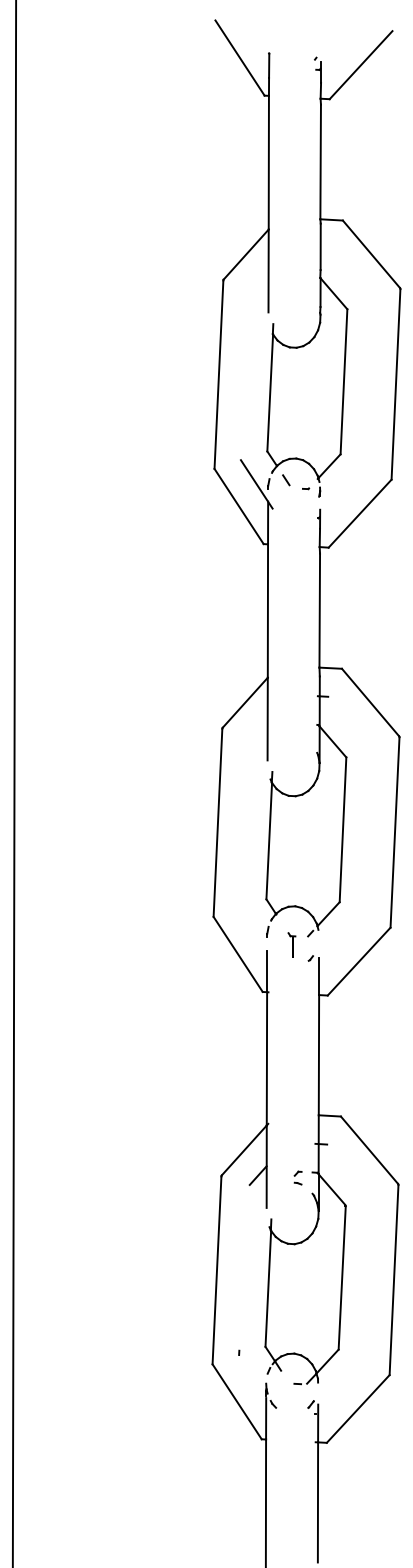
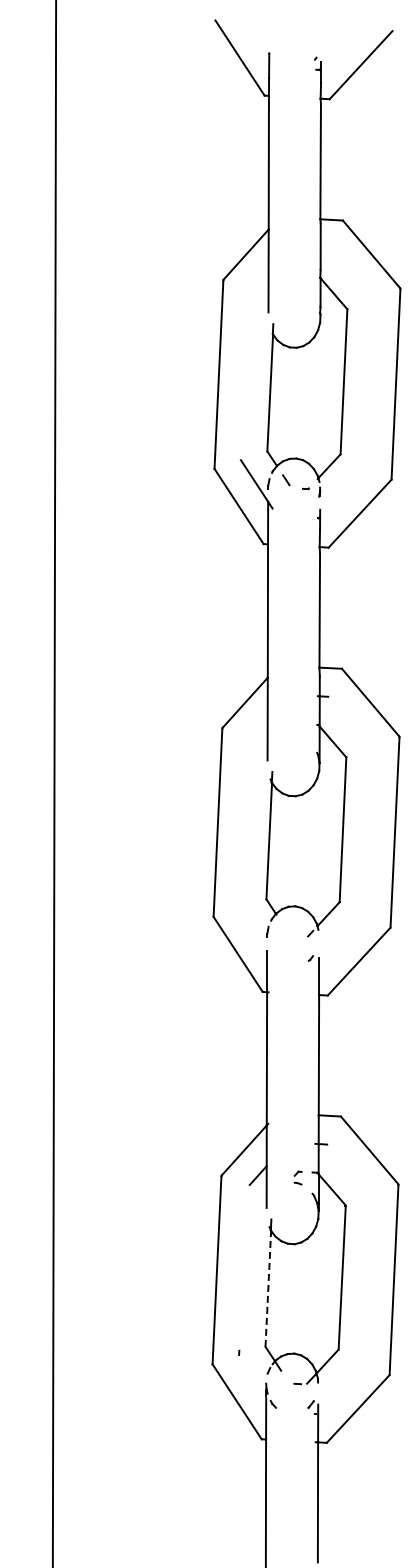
line at (14, 783) position: (14, 783) -> (54, 783)
part at (291, 944): present -> none
line at (268, 1288): solid -> dashed
